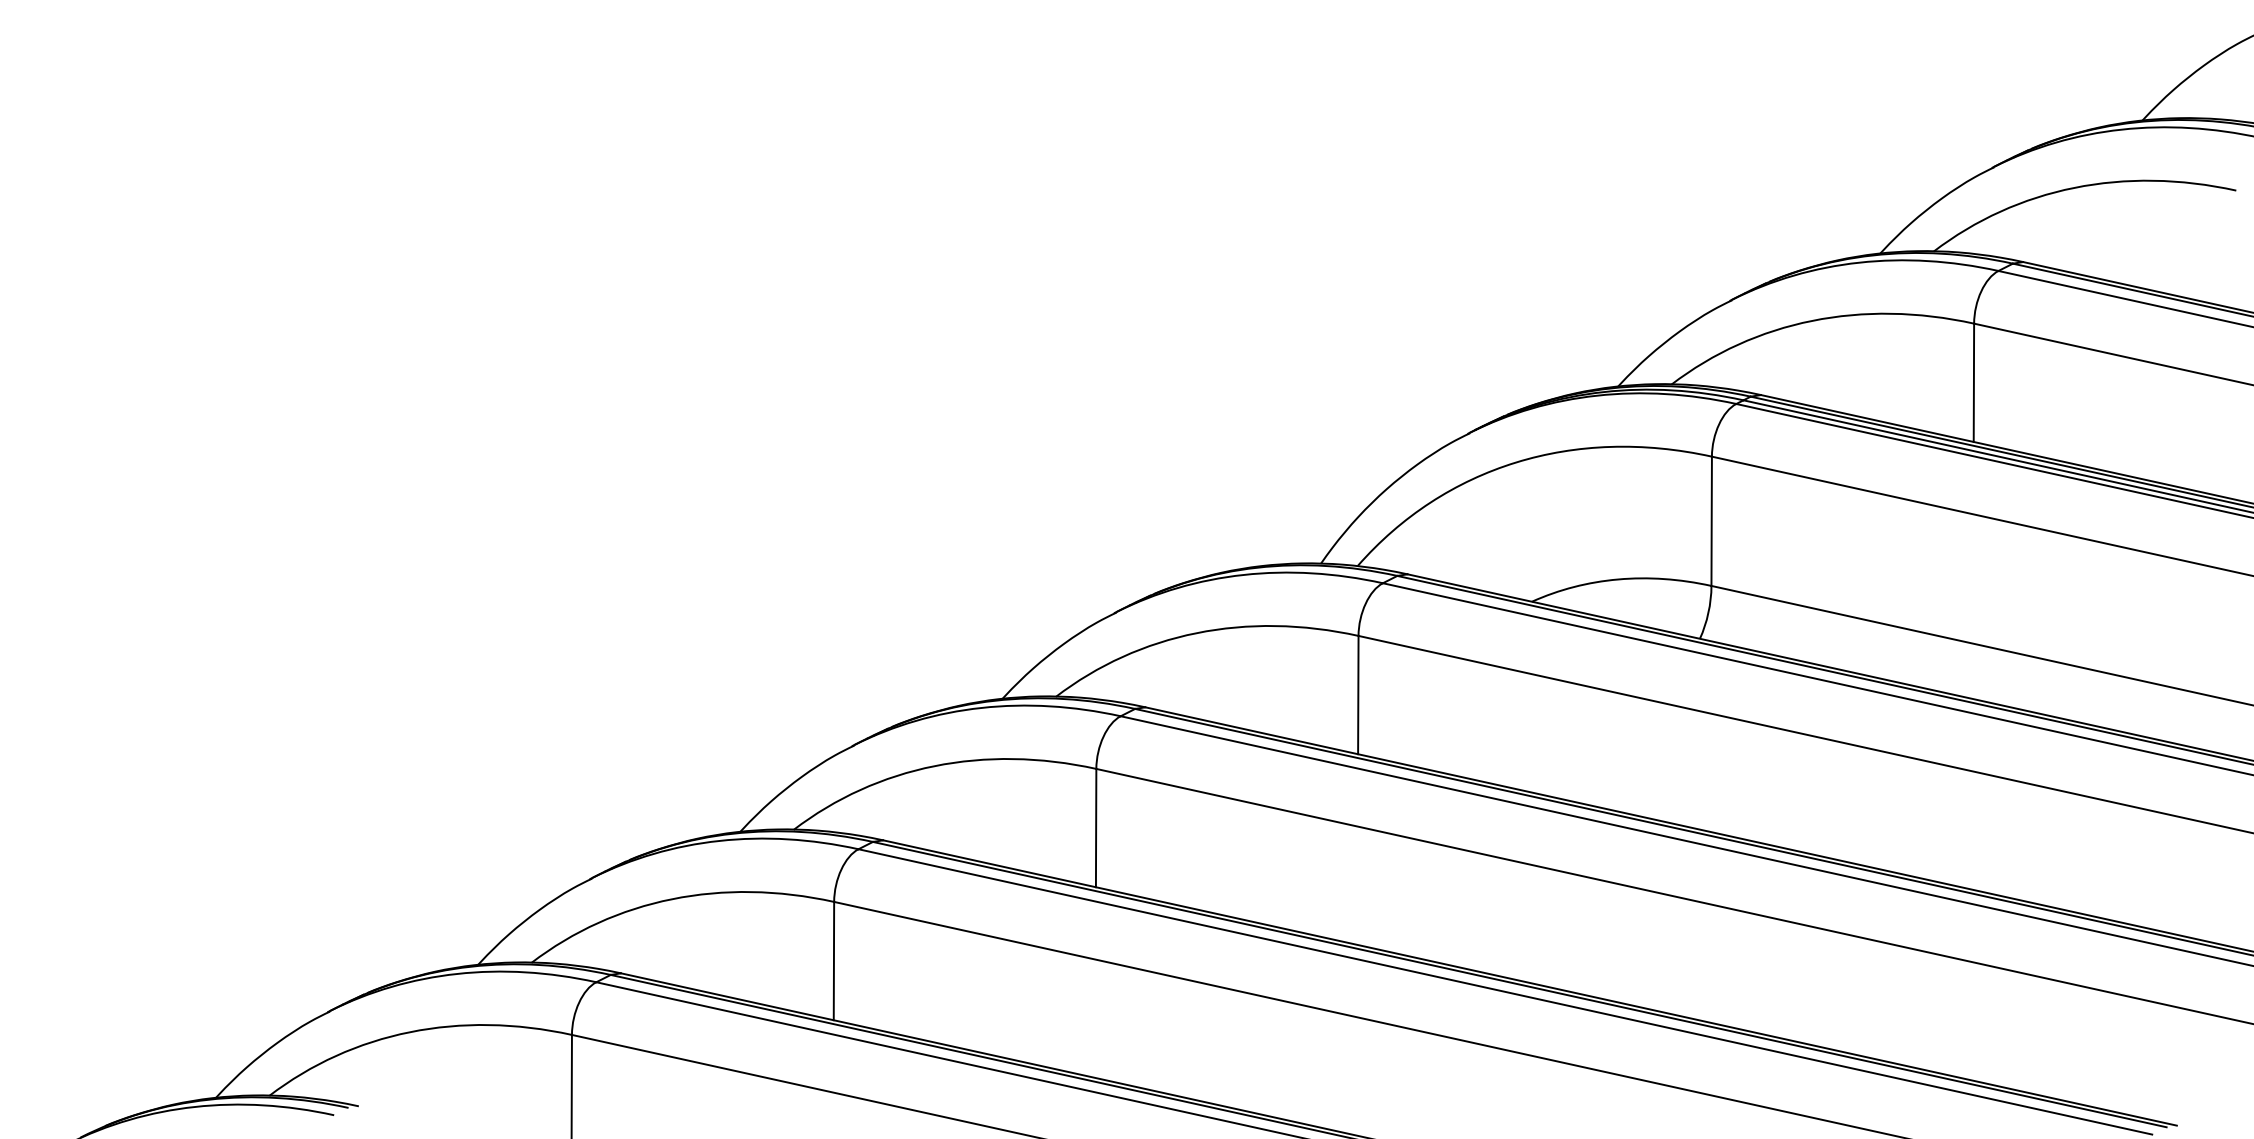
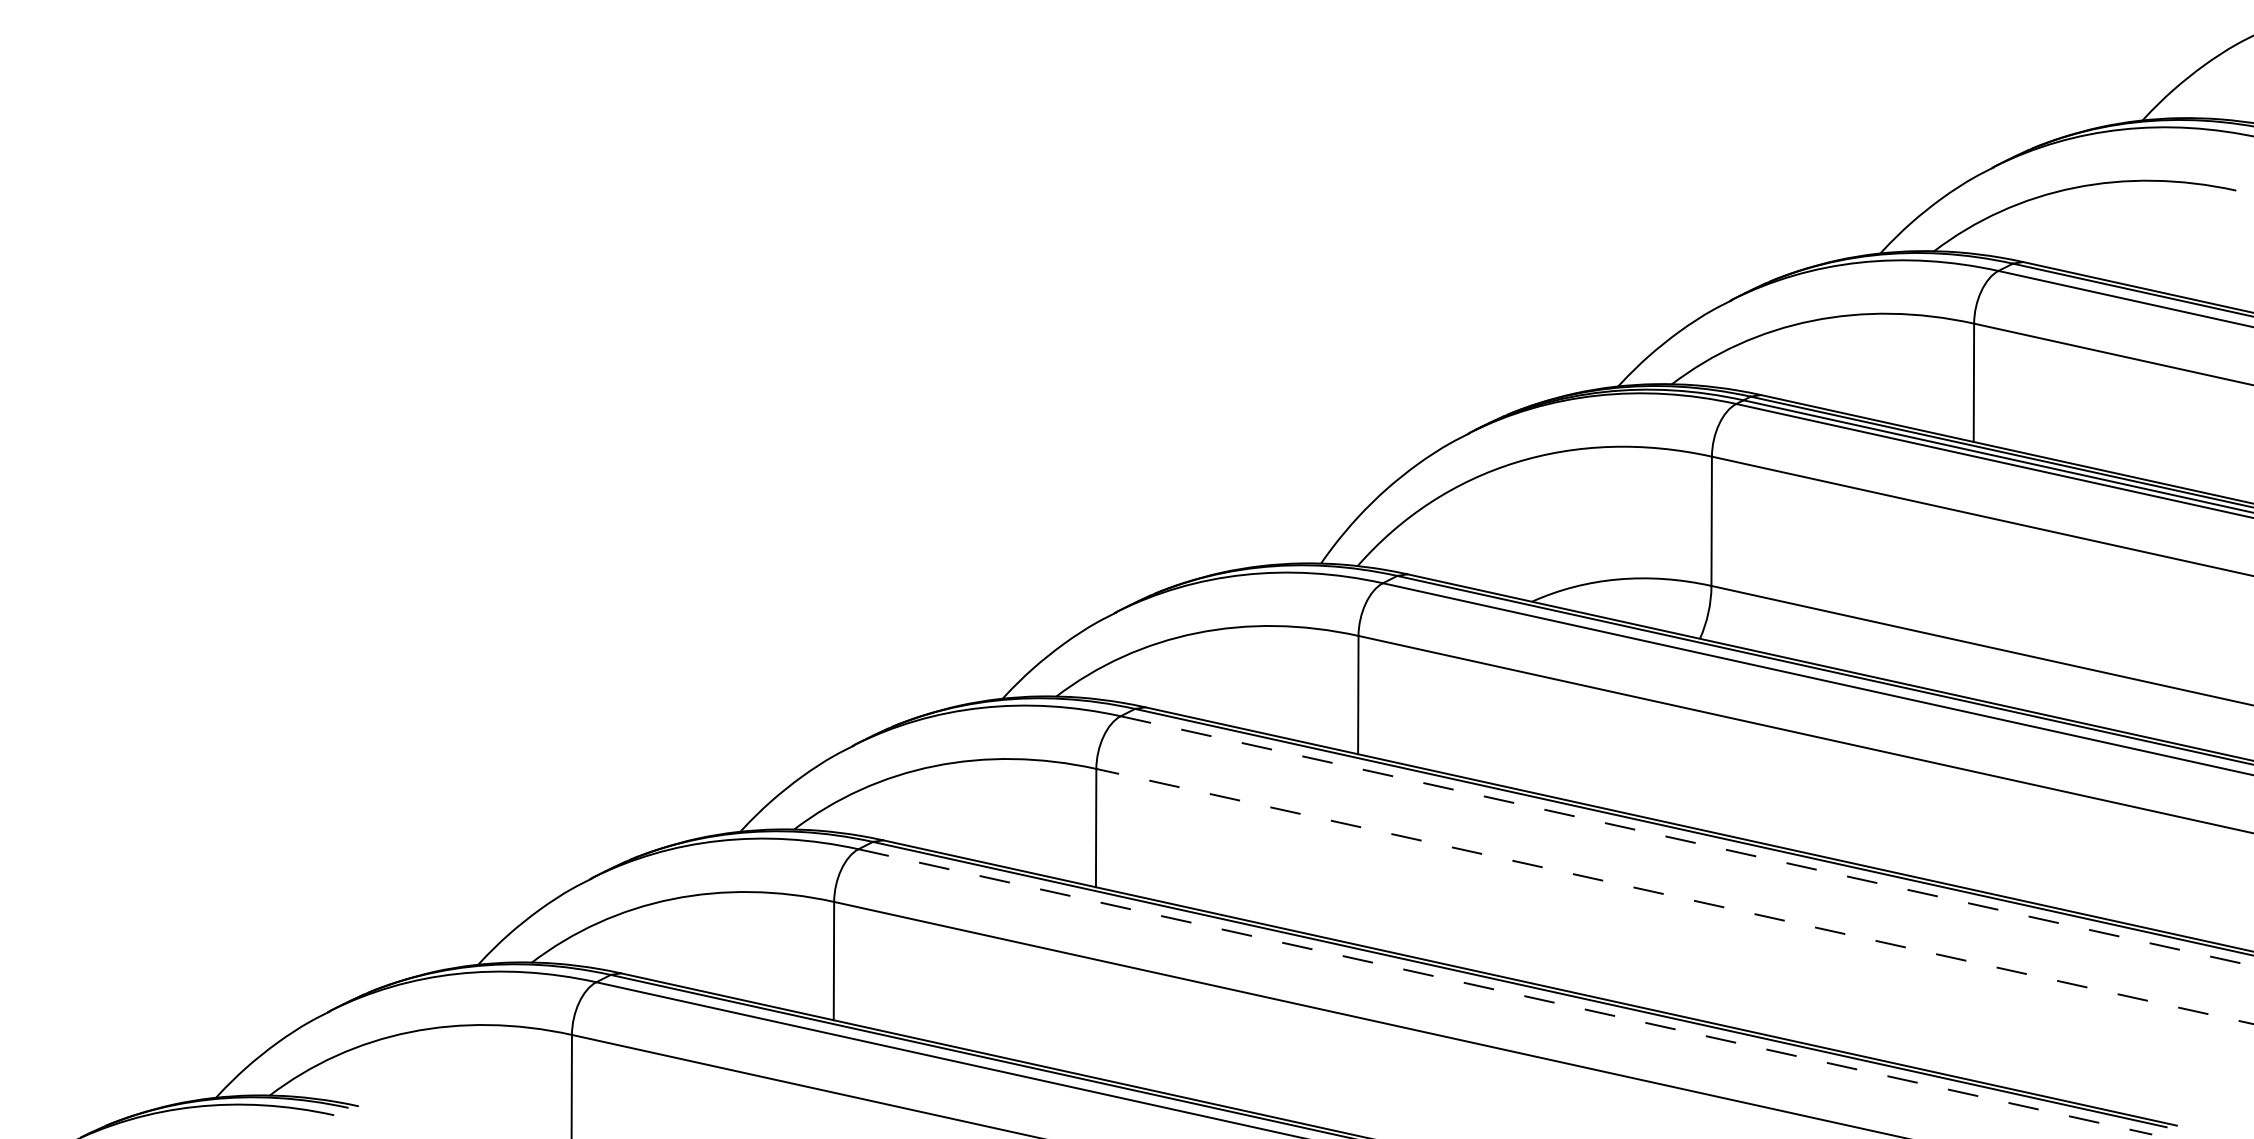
line at (1687, 841): solid -> dashed
line at (1674, 896): solid -> dashed
line at (1505, 992): solid -> dashed
